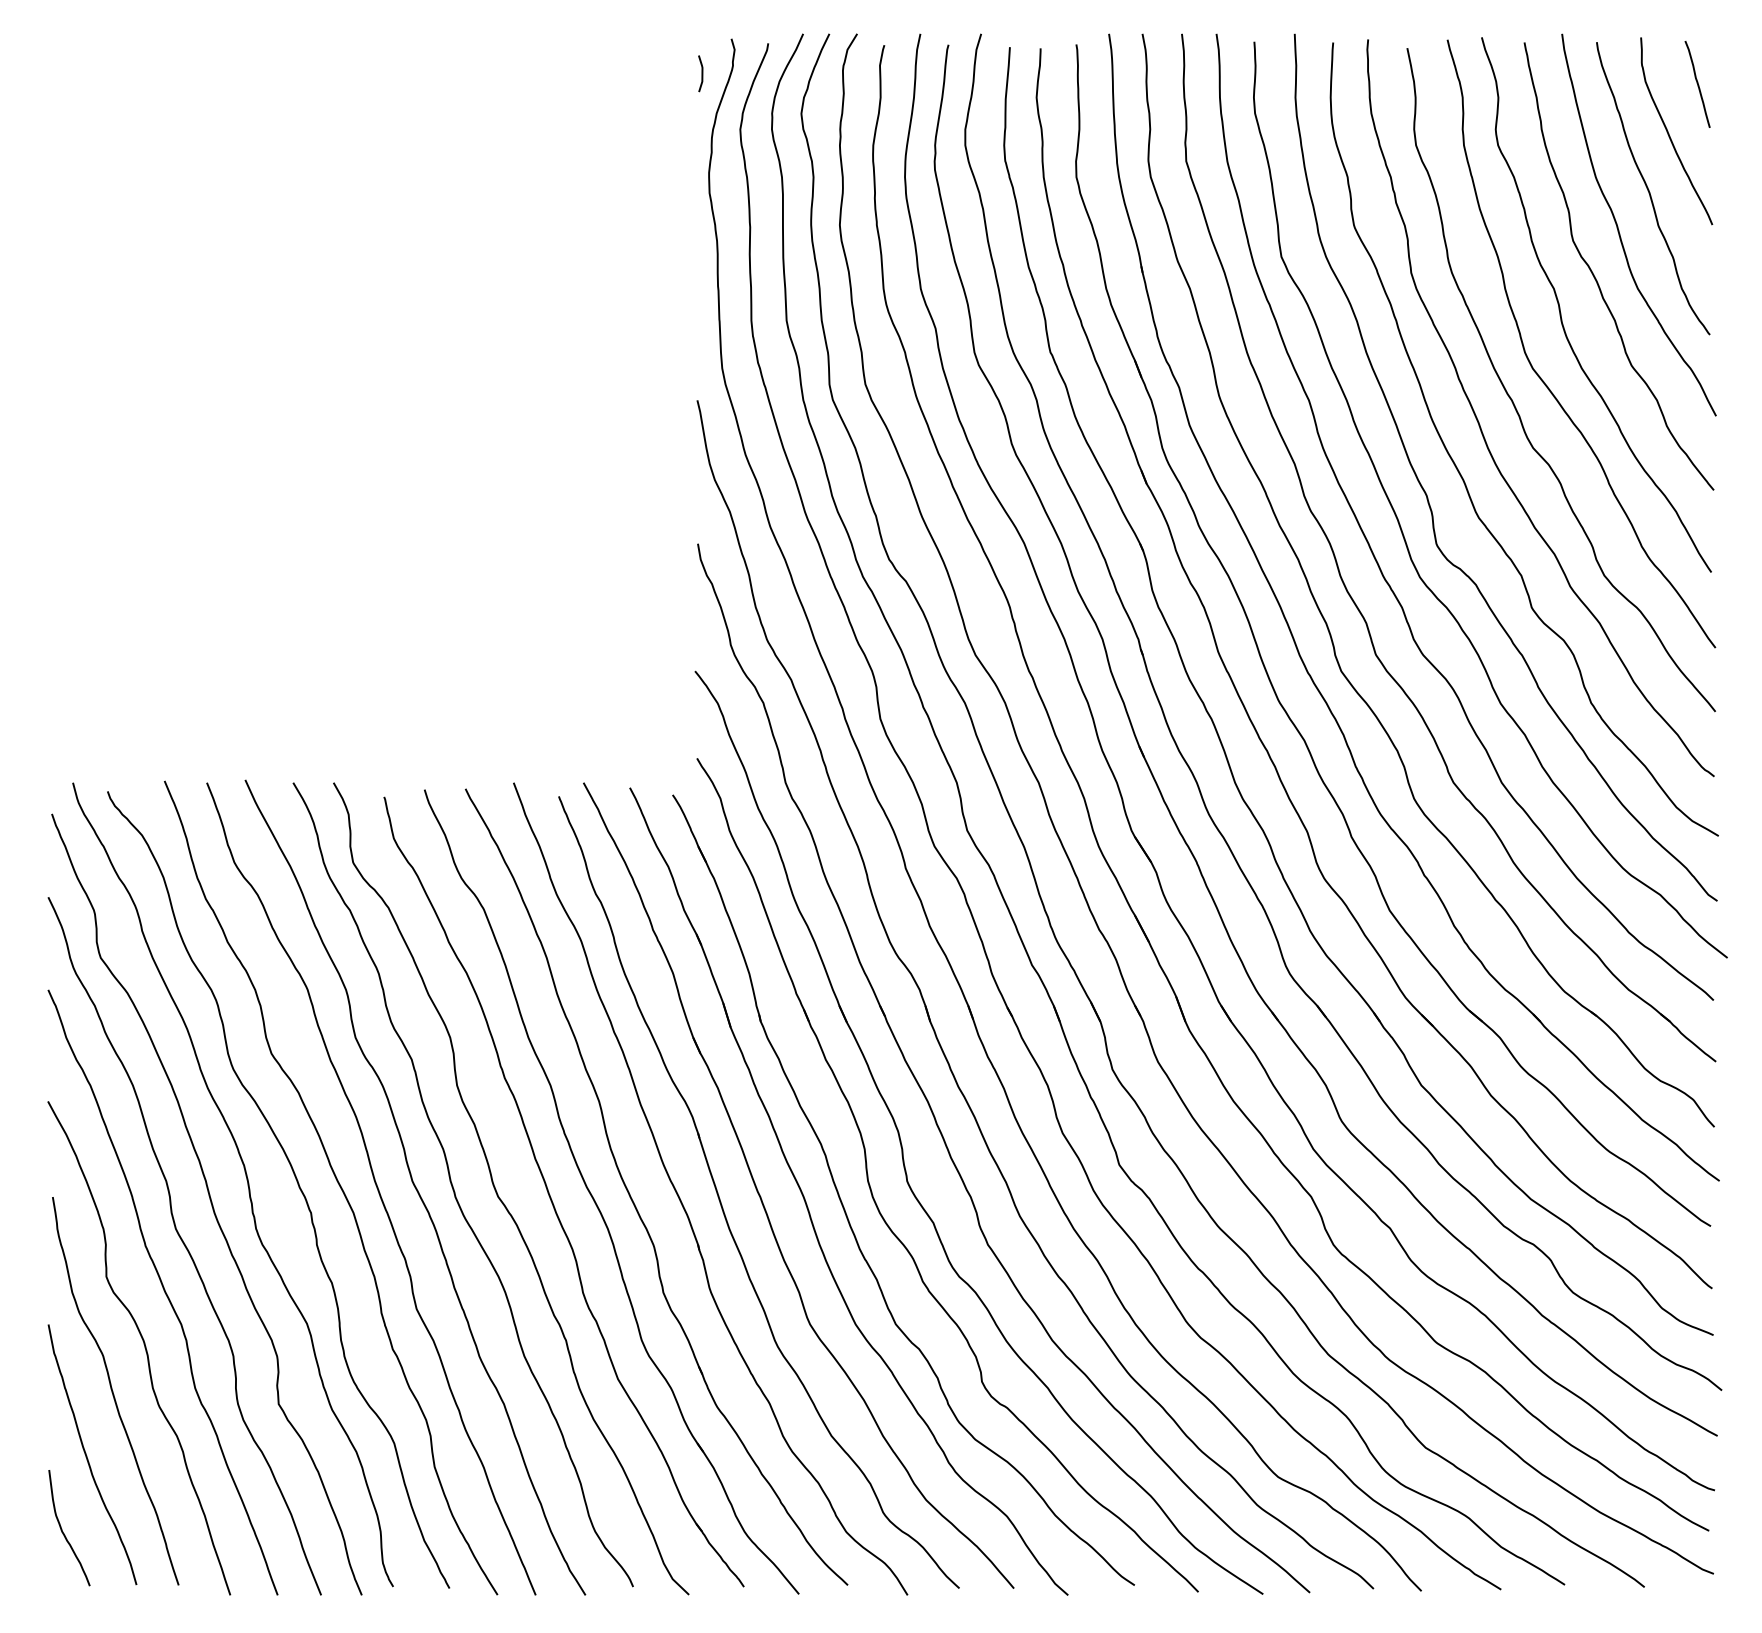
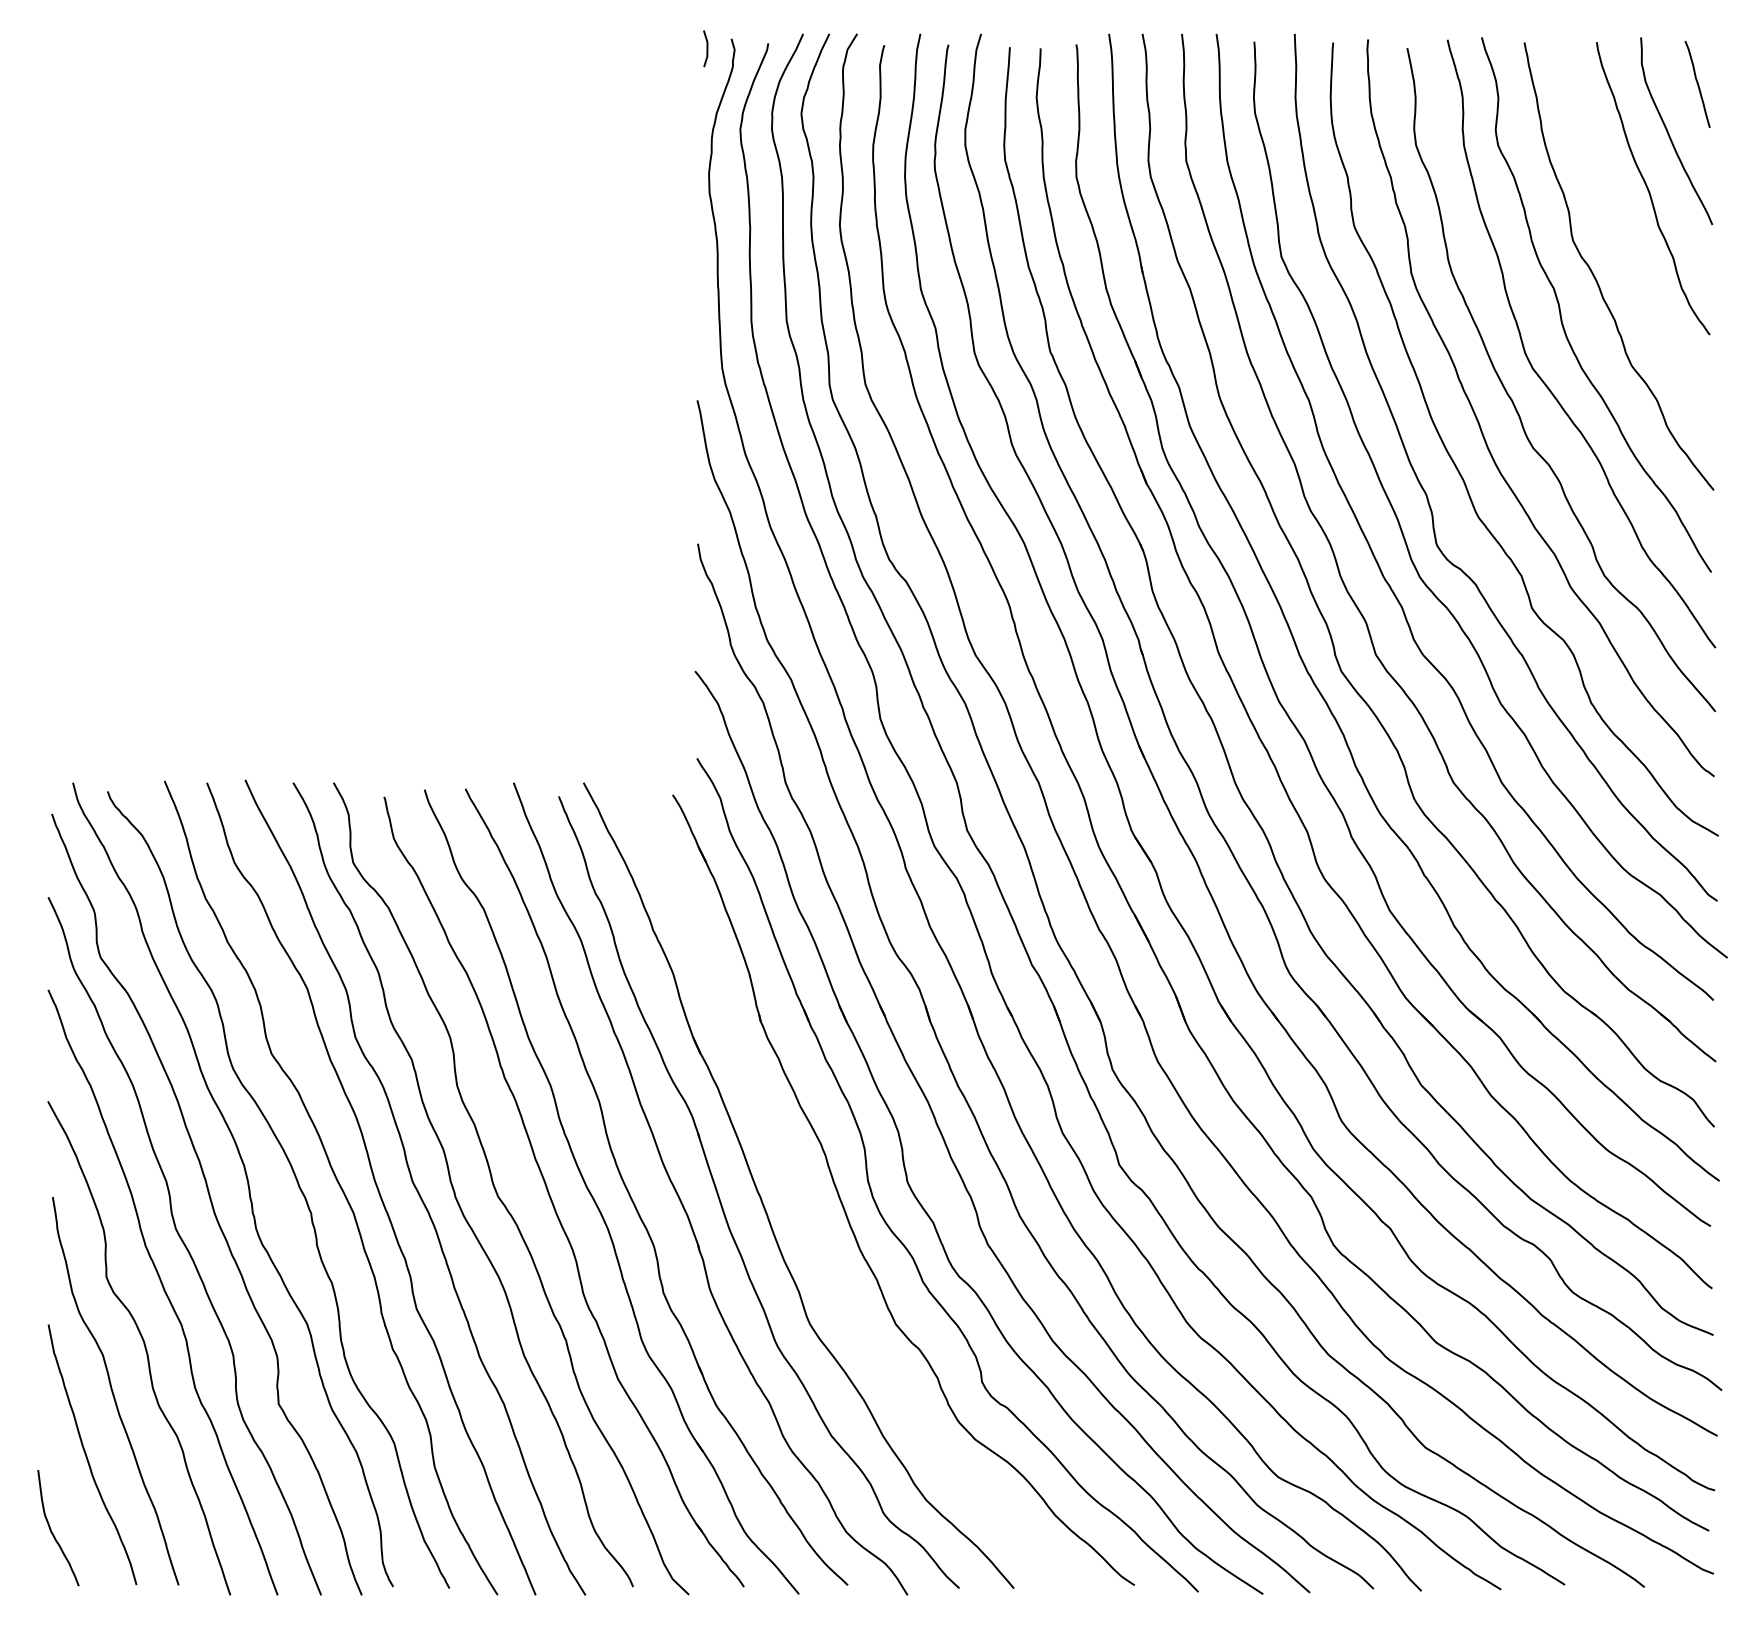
line at (701, 73) position: (701, 73) -> (706, 48)
curve at (1619, 230): present -> none
part at (807, 1204): present -> none
curve at (63, 1531) position: (63, 1531) -> (52, 1531)
